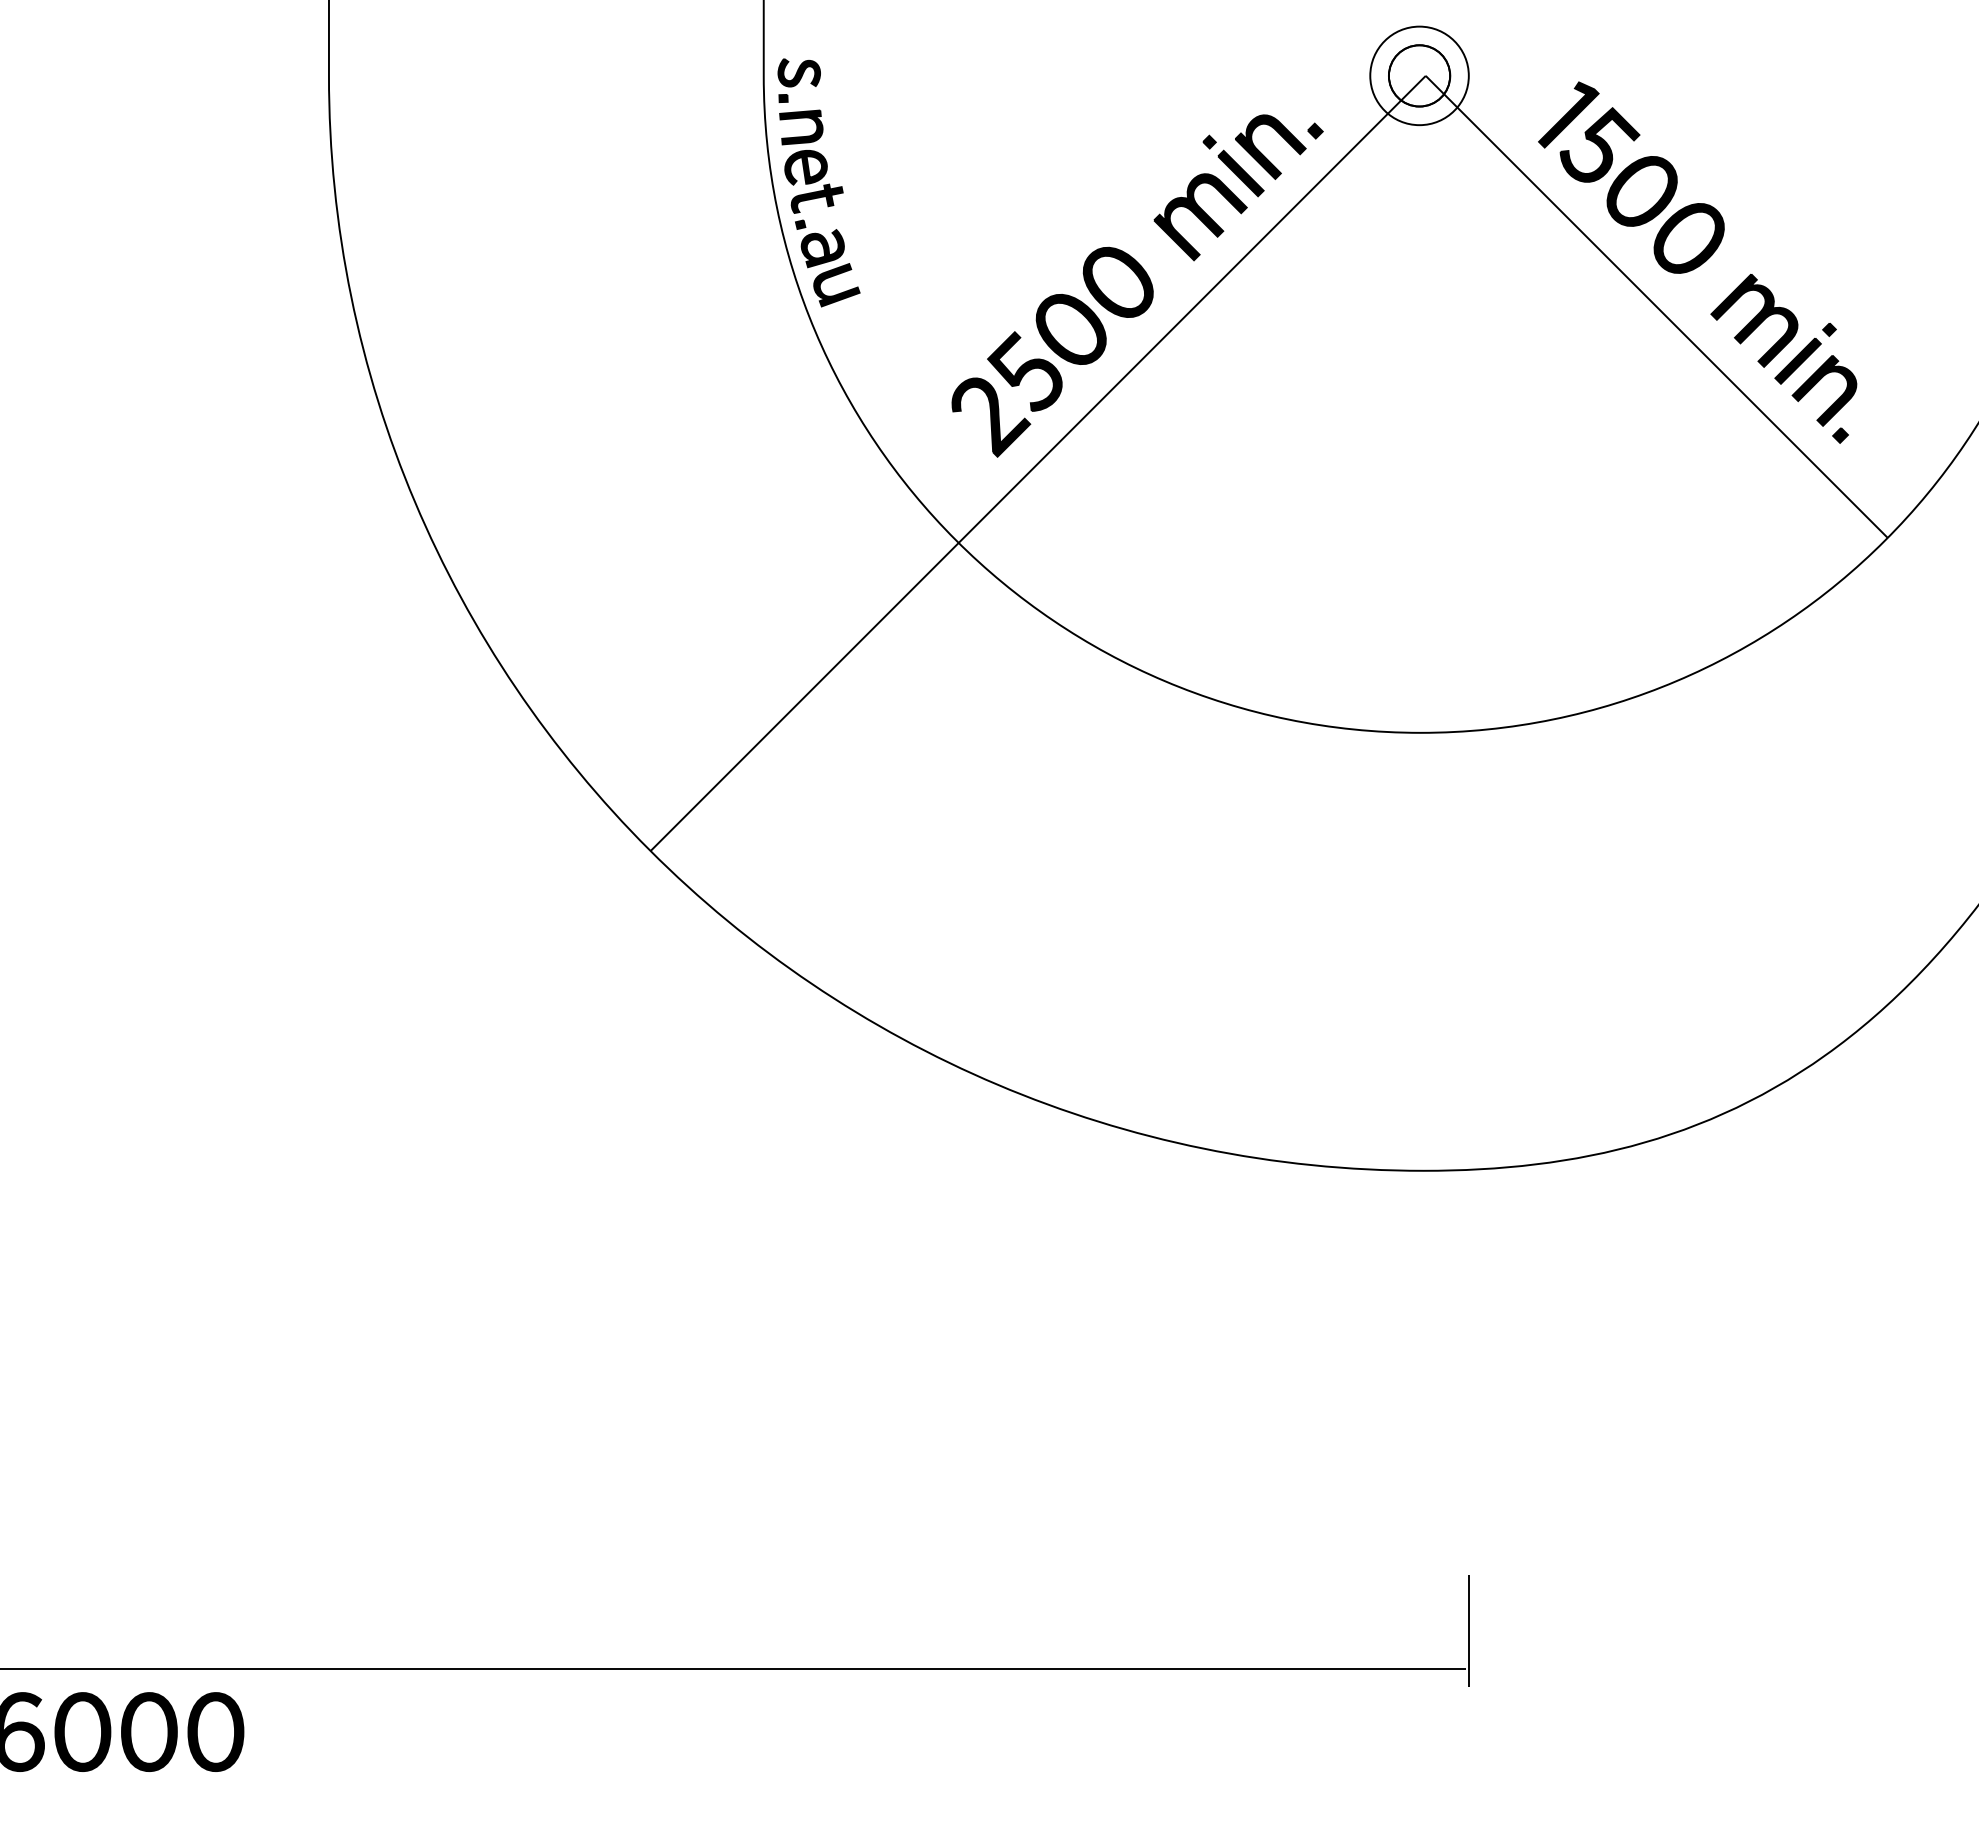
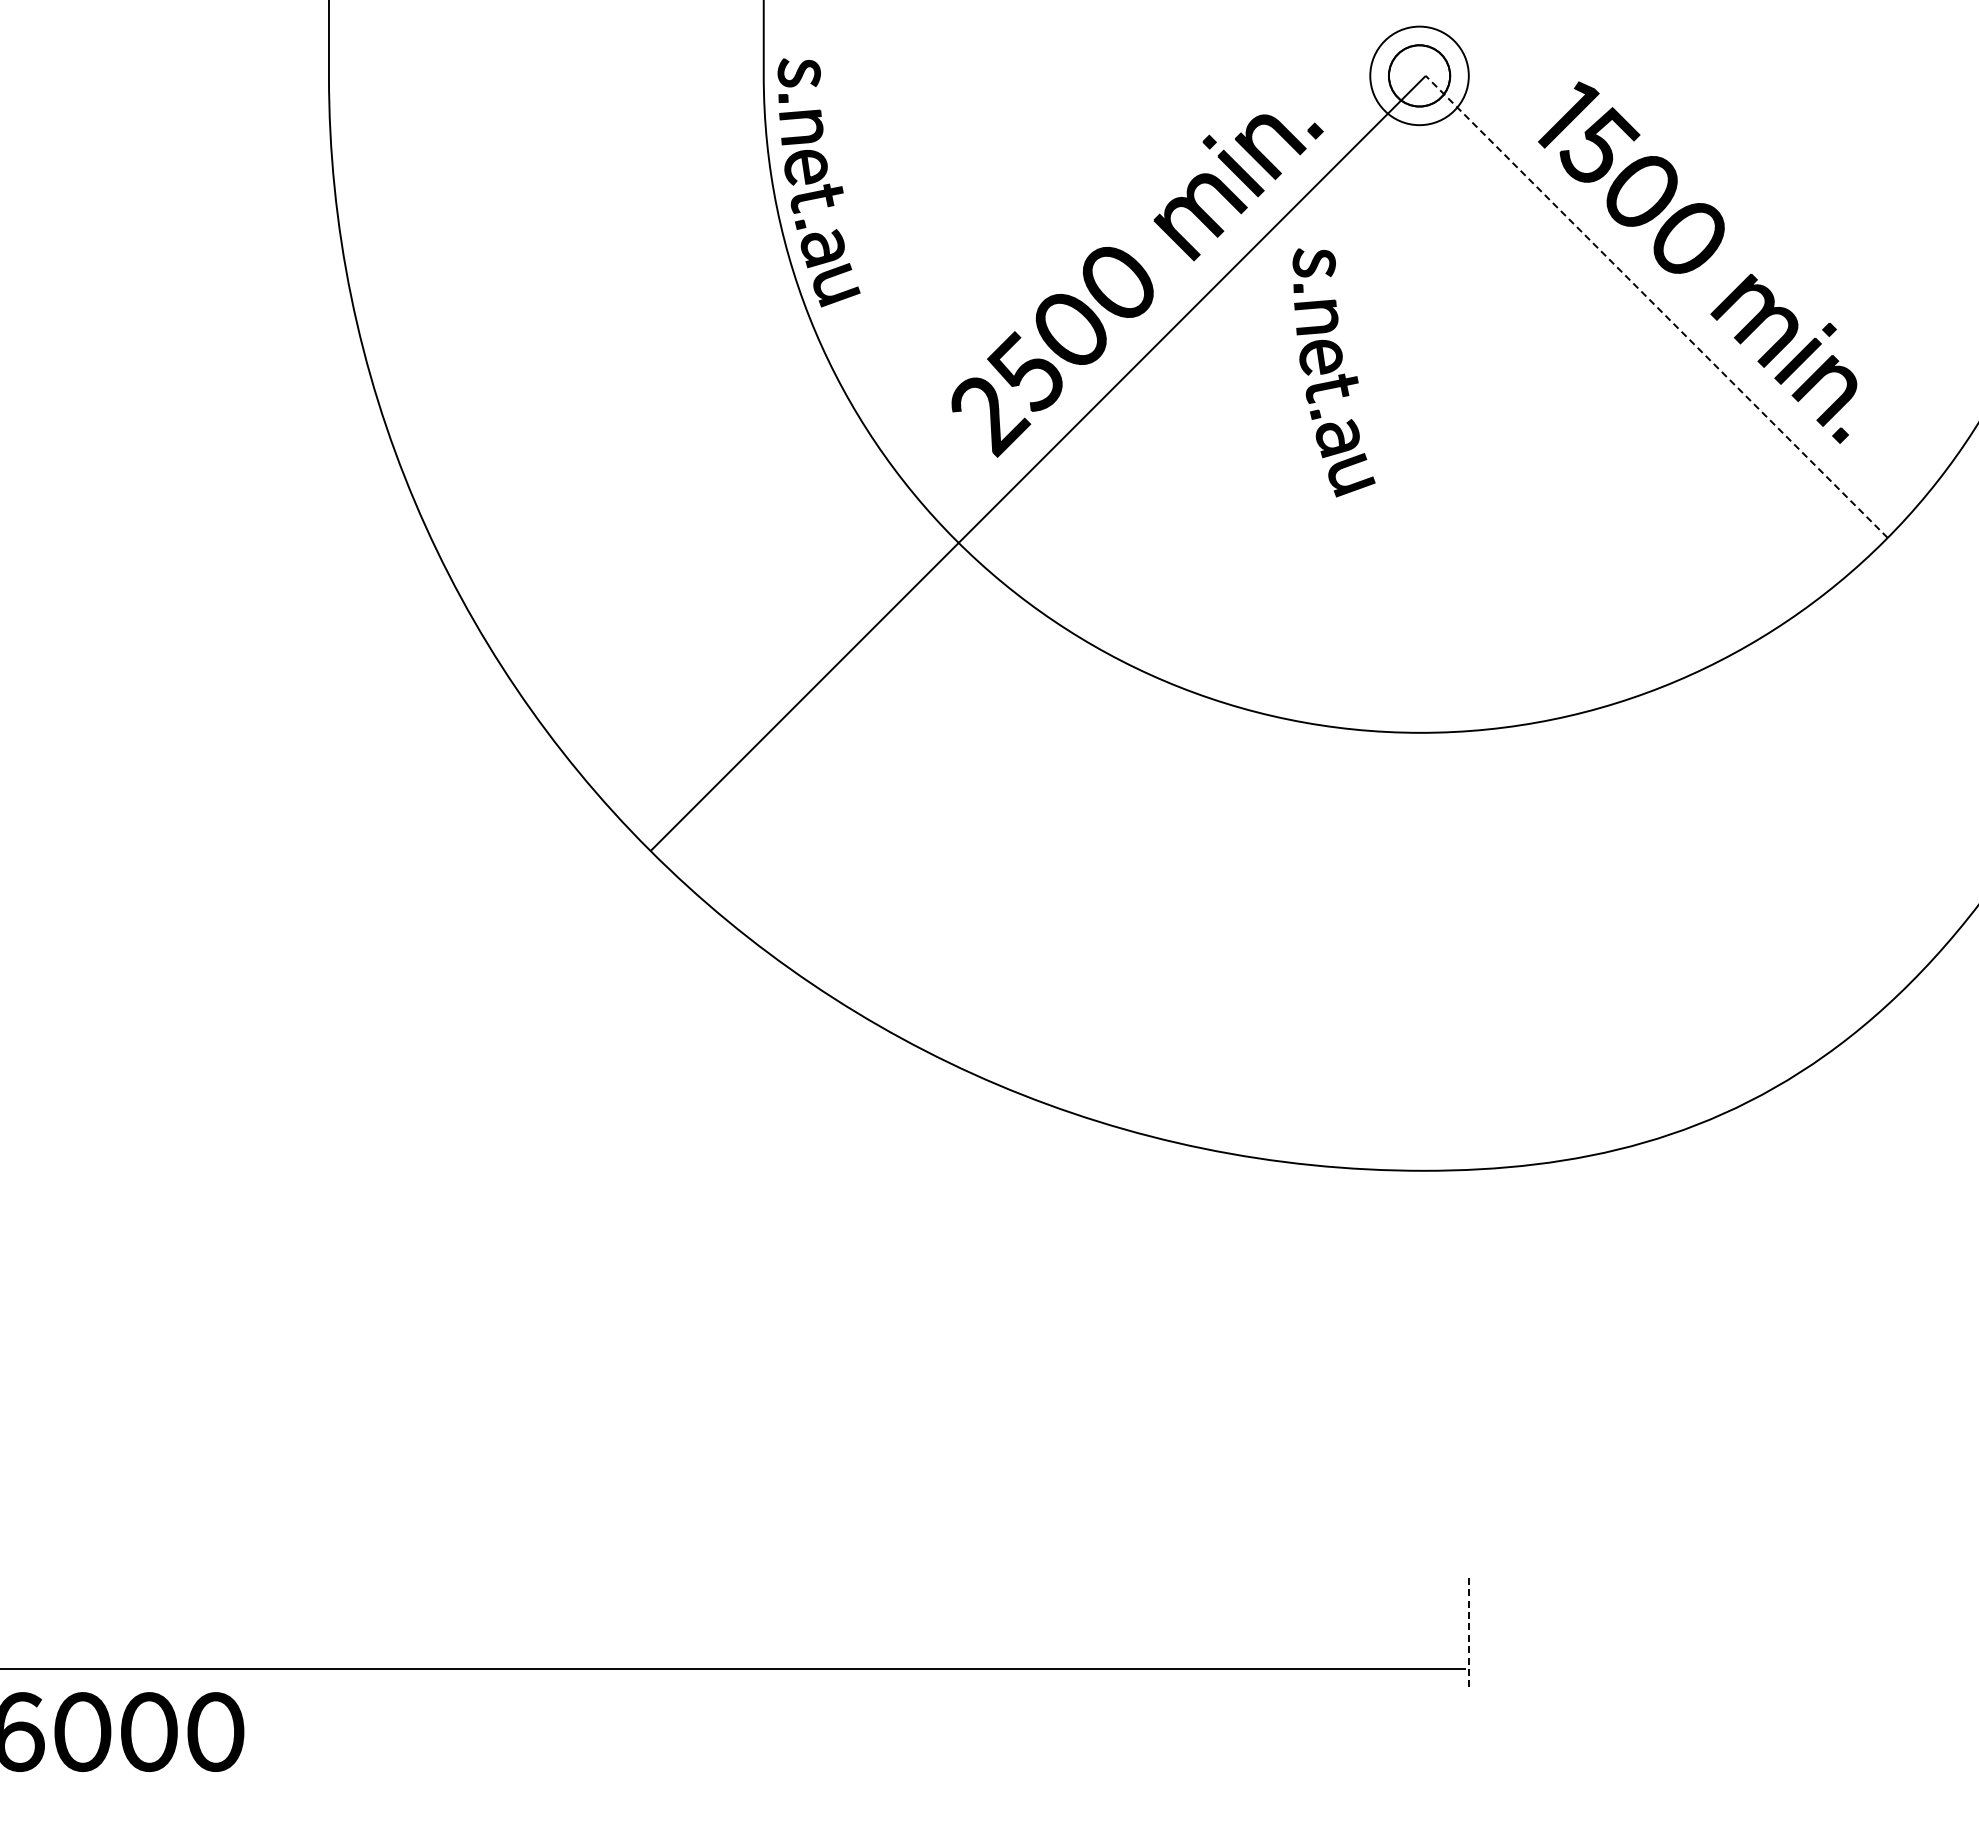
line at (1656, 306): solid -> dashed
part at (1333, 372): none -> present
line at (1468, 1631): solid -> dashed
